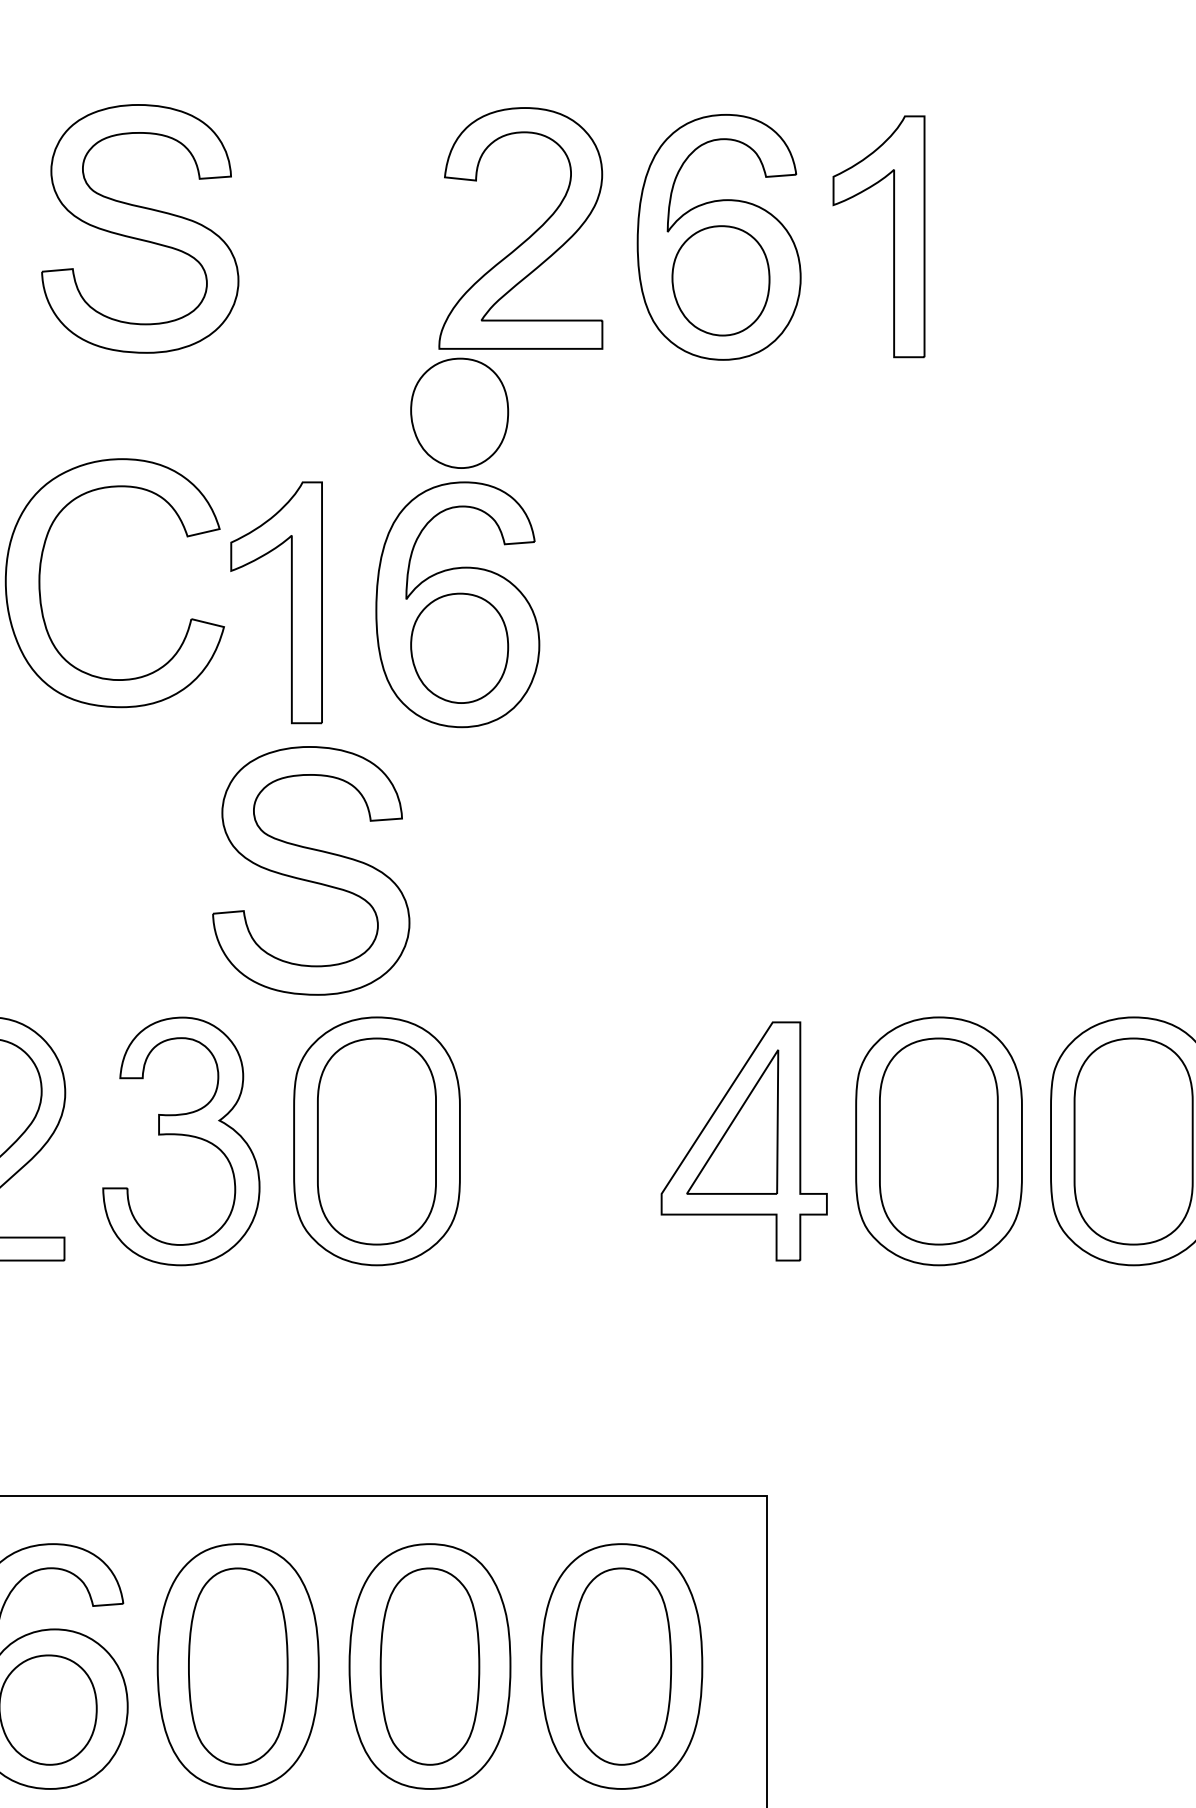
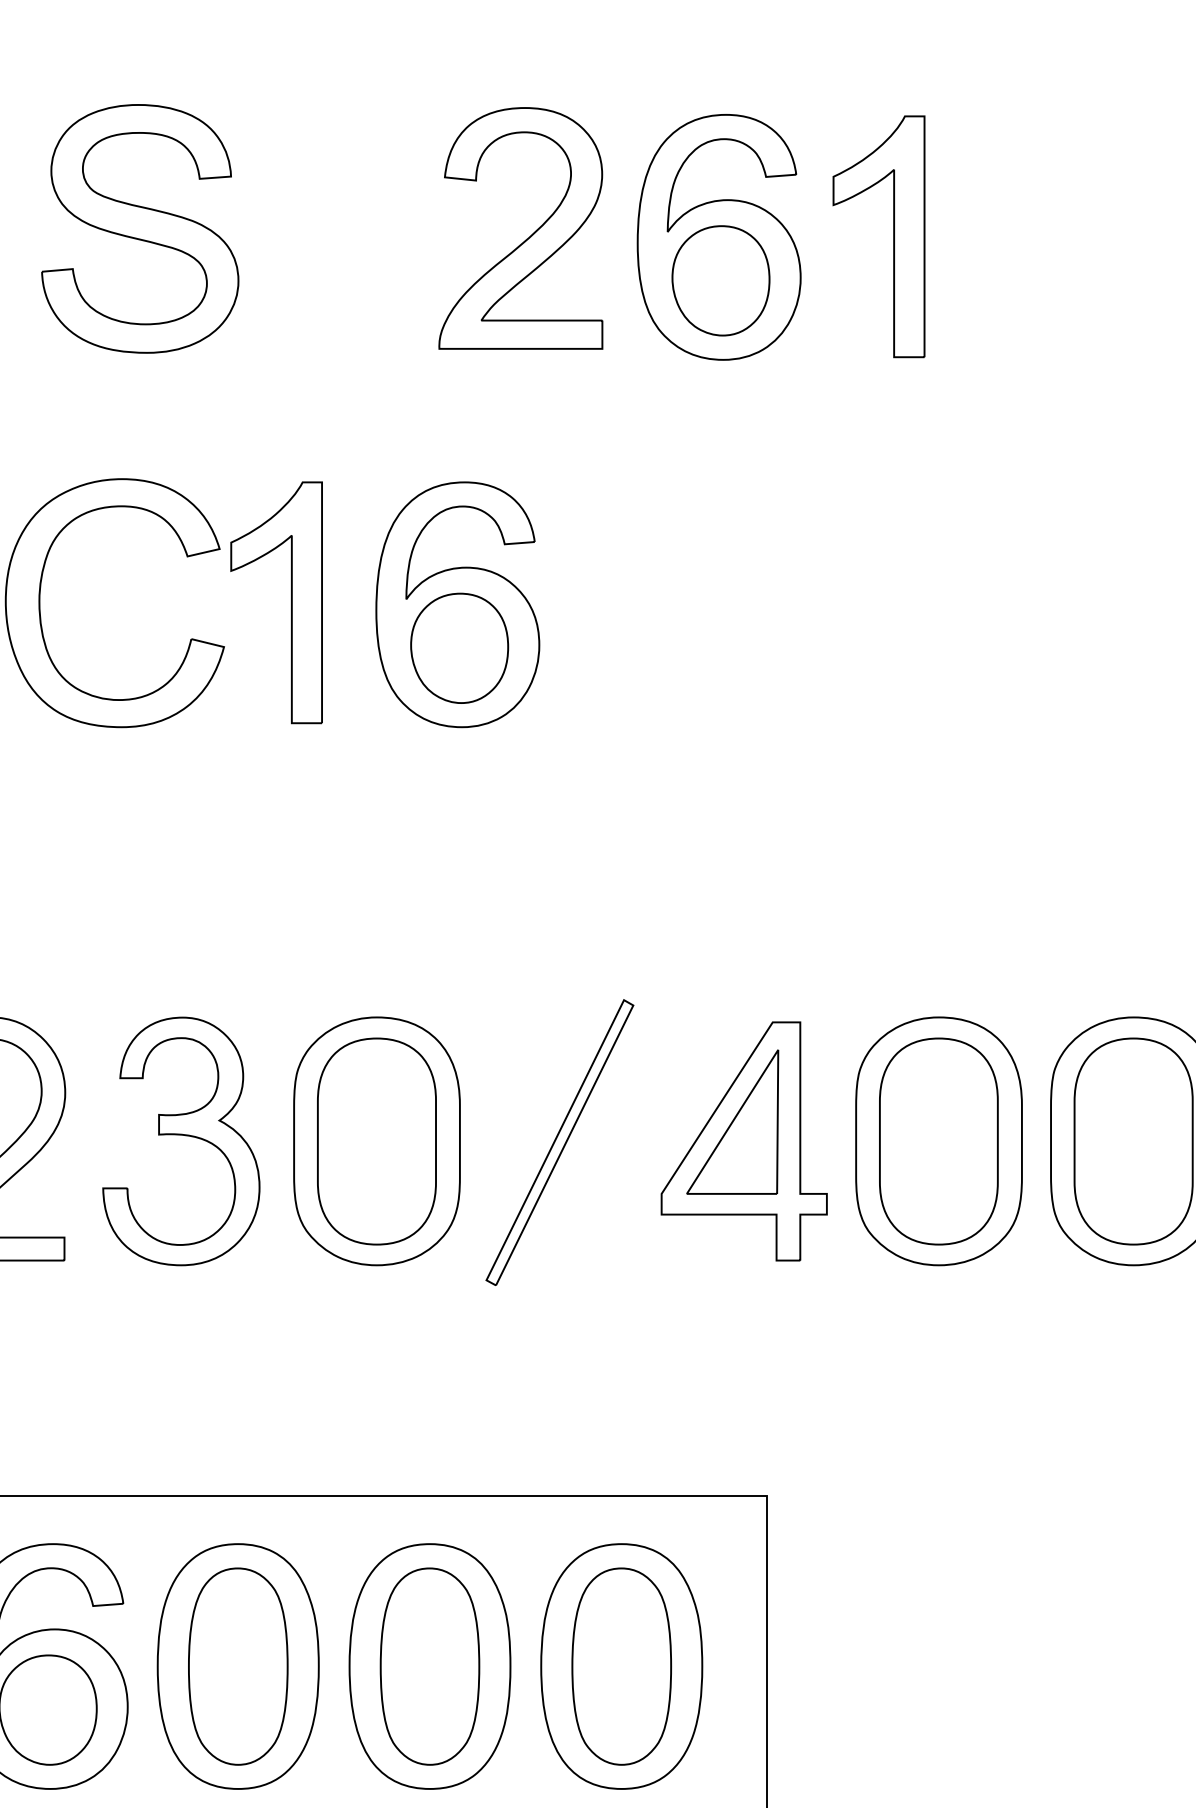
part at (459, 412): present -> none
part at (40, 583) position: (40, 583) -> (40, 603)
part at (311, 870): present -> none
part at (559, 1142): none -> present
